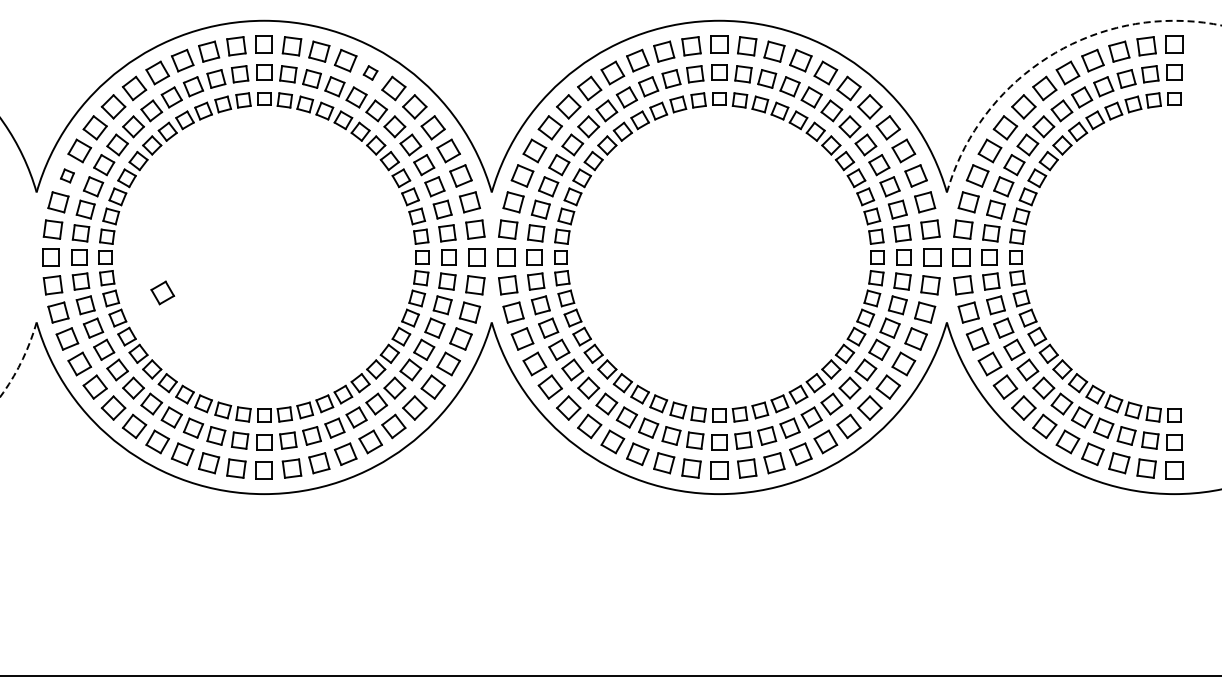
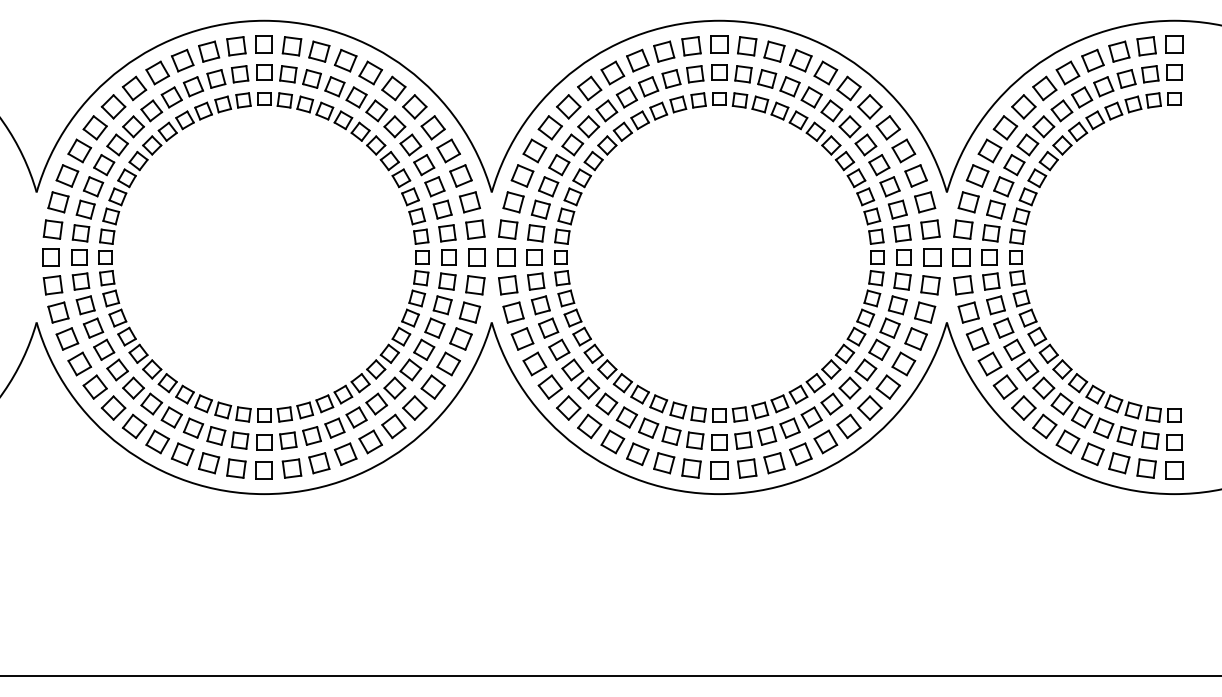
arc at (1051, 55): dashed -> solid
part at (370, 72) size: 17x16 px -> 25x26 px
part at (67, 175) size: 15x16 px -> 25x24 px
part at (162, 292): present -> none
arc at (21, 361): dashed -> solid
